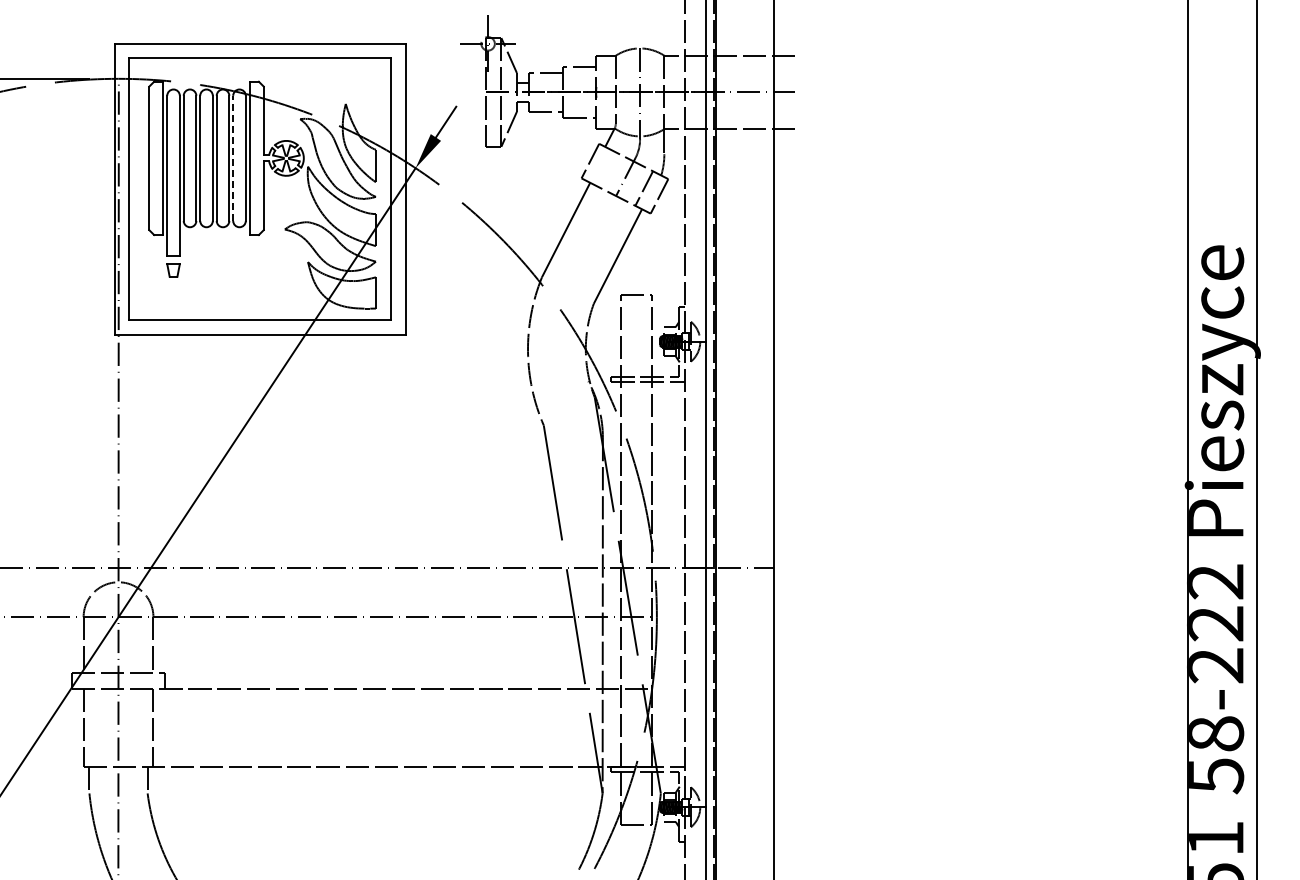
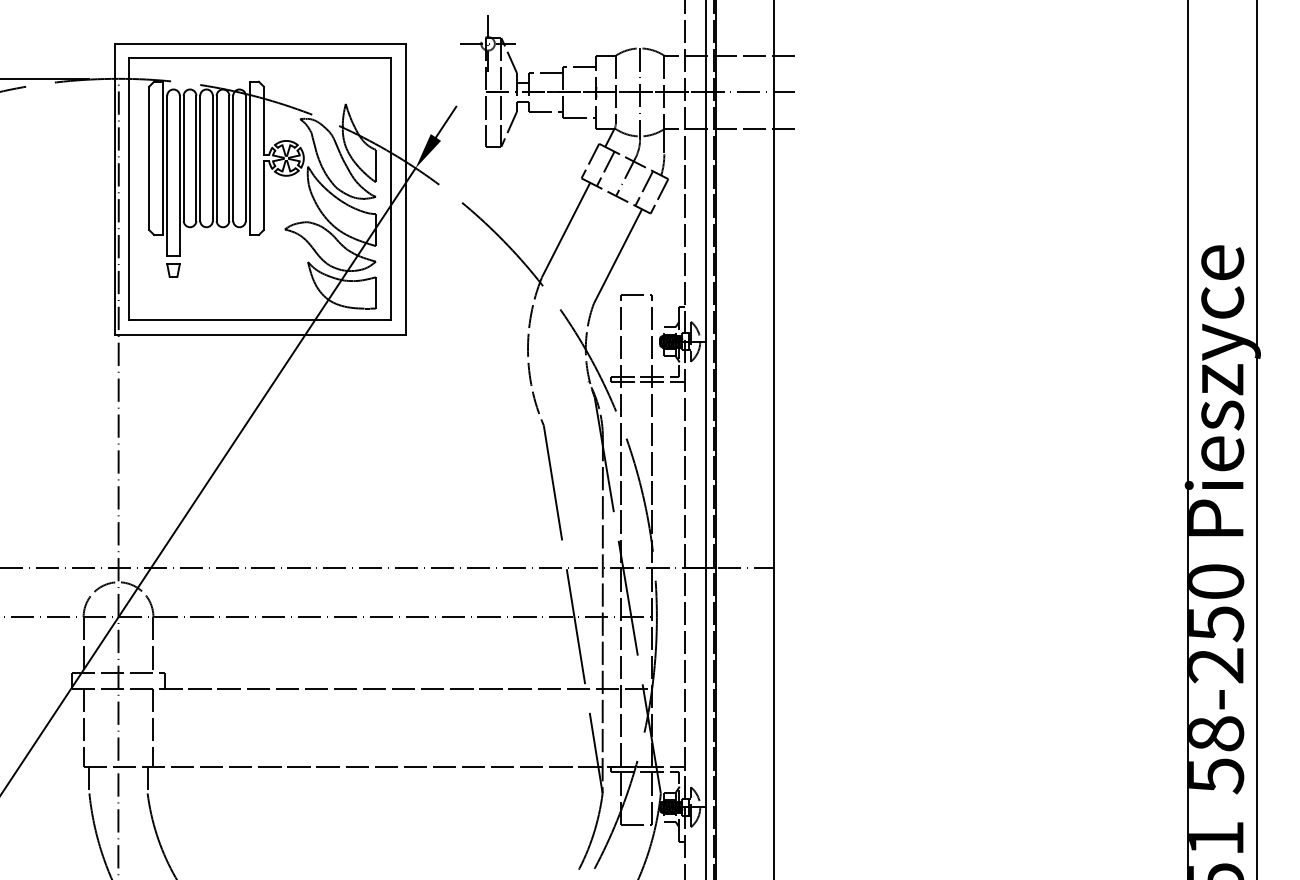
line at (233, 158): dashed -> solid
line at (605, 168): none -> present
text at (1216, 603): 58-222 -> 58-250
